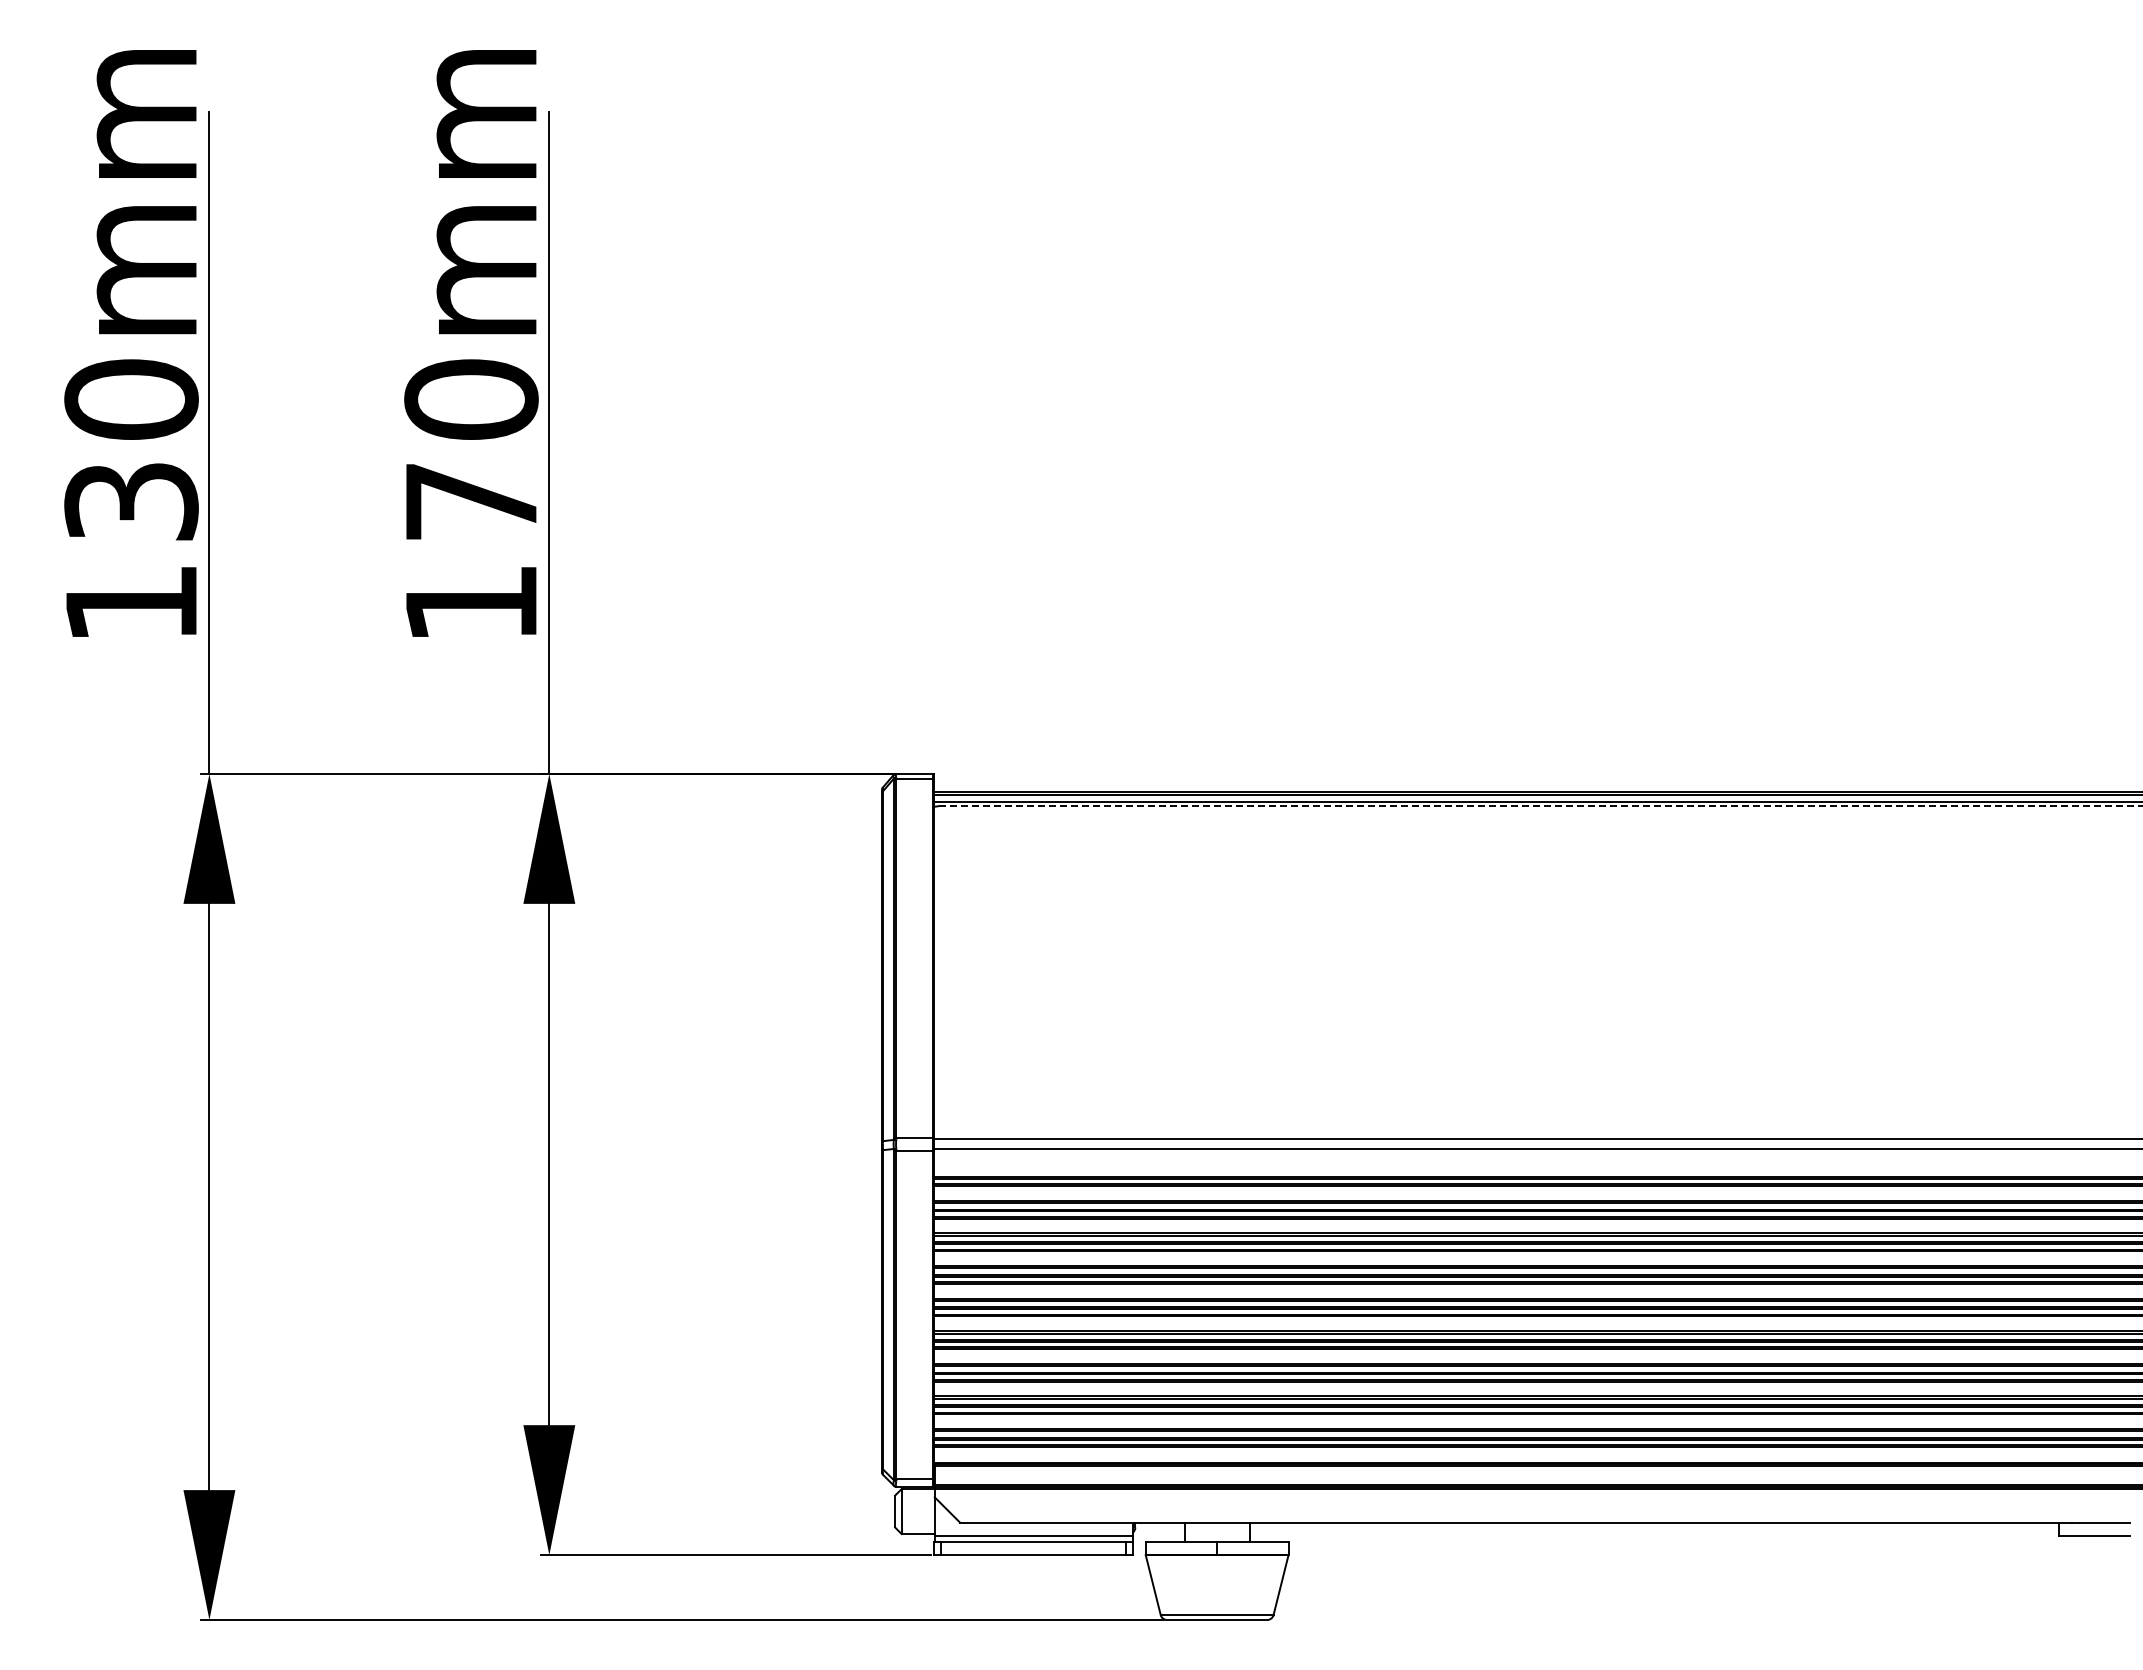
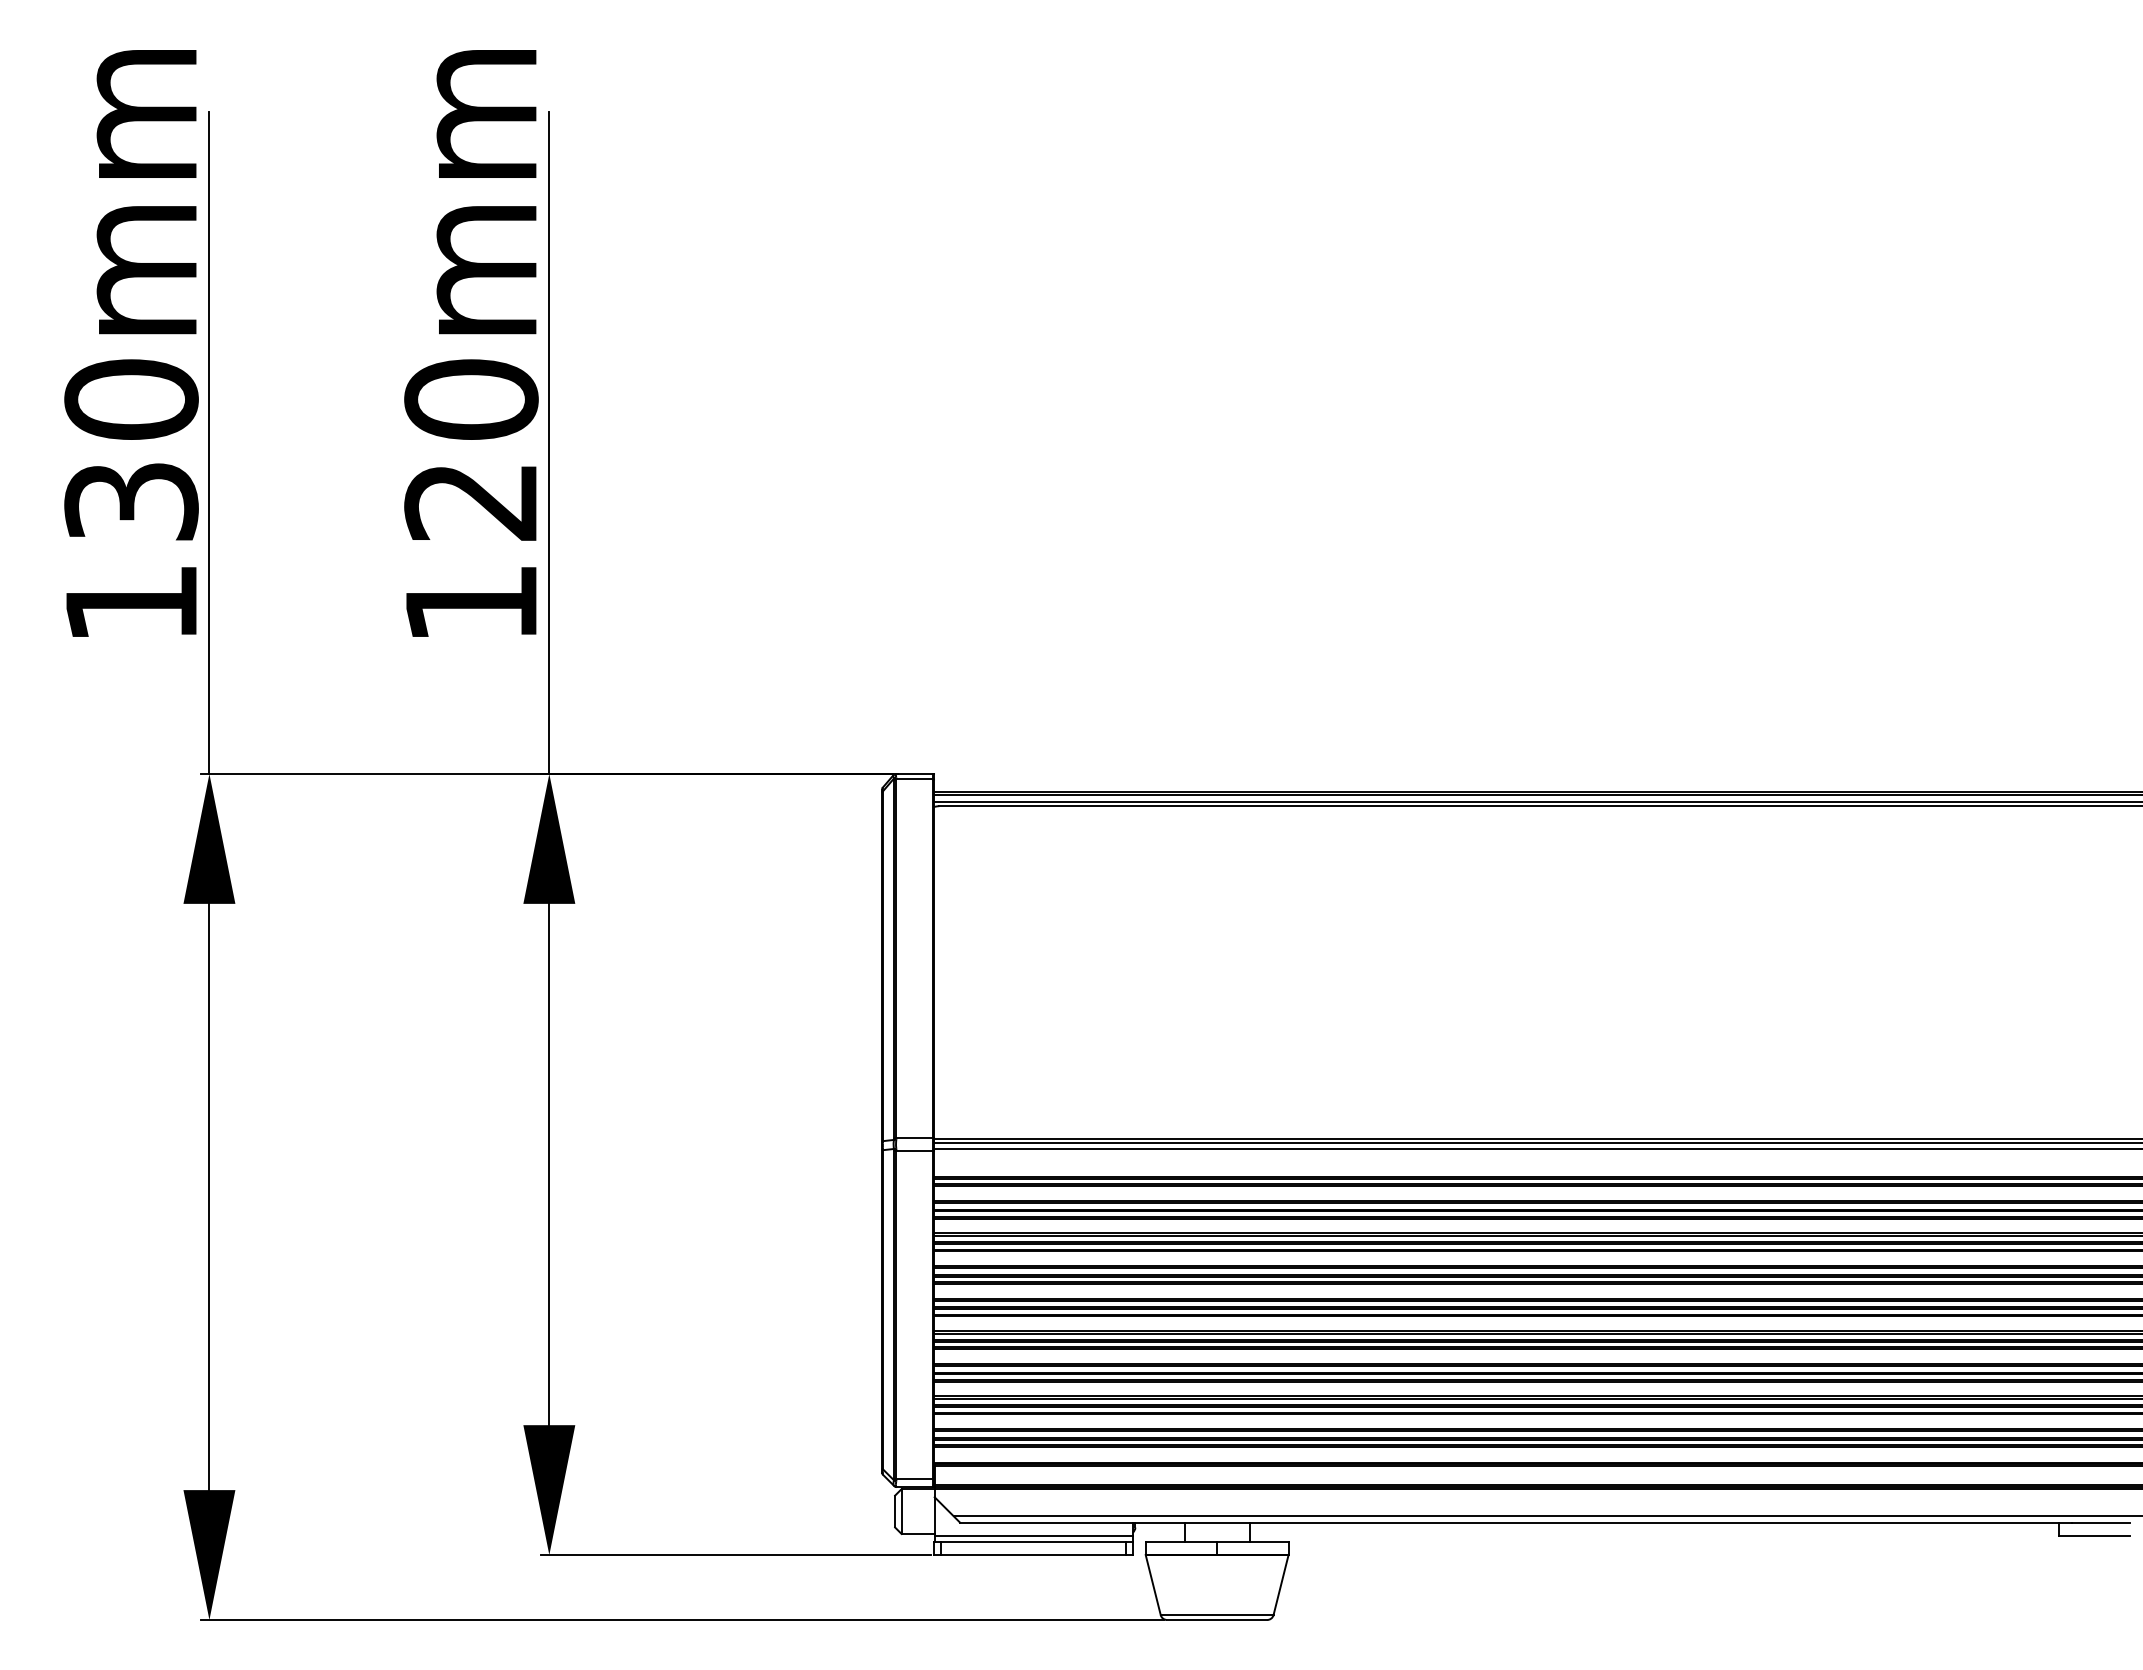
text at (470, 502): 170mm -> 120mm
line at (1540, 806): dashed -> solid
line at (1536, 1142): none -> present
line at (1546, 1516): none -> present
